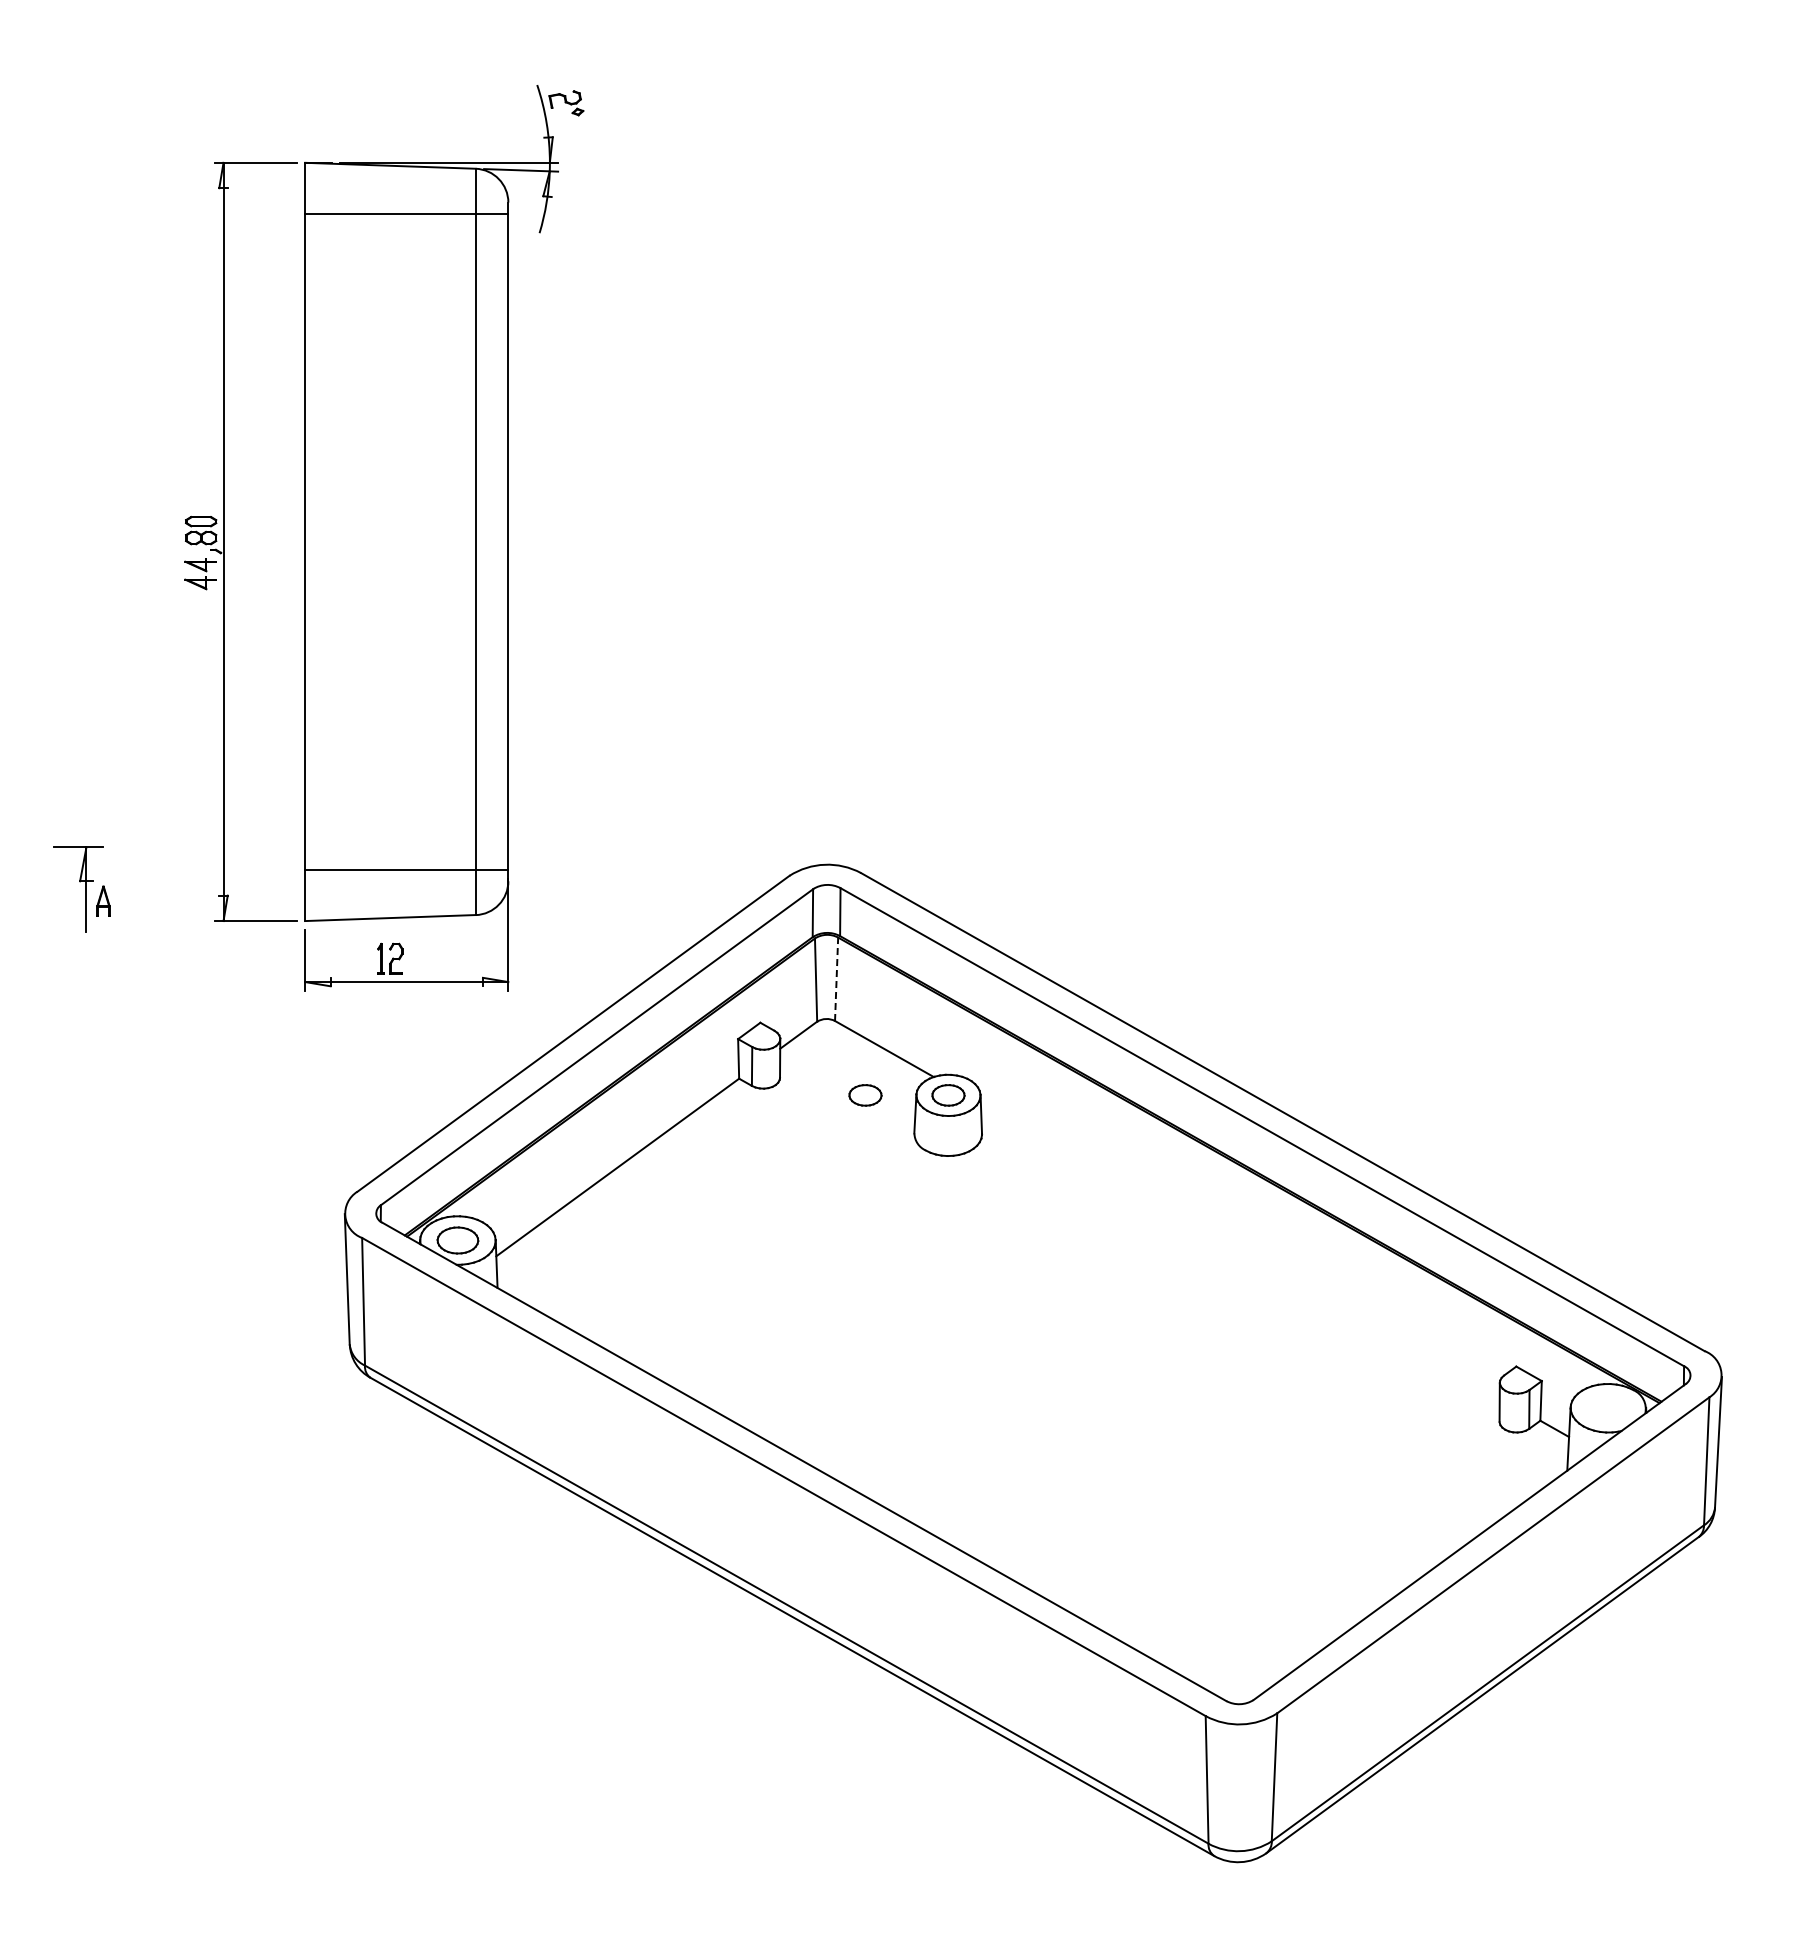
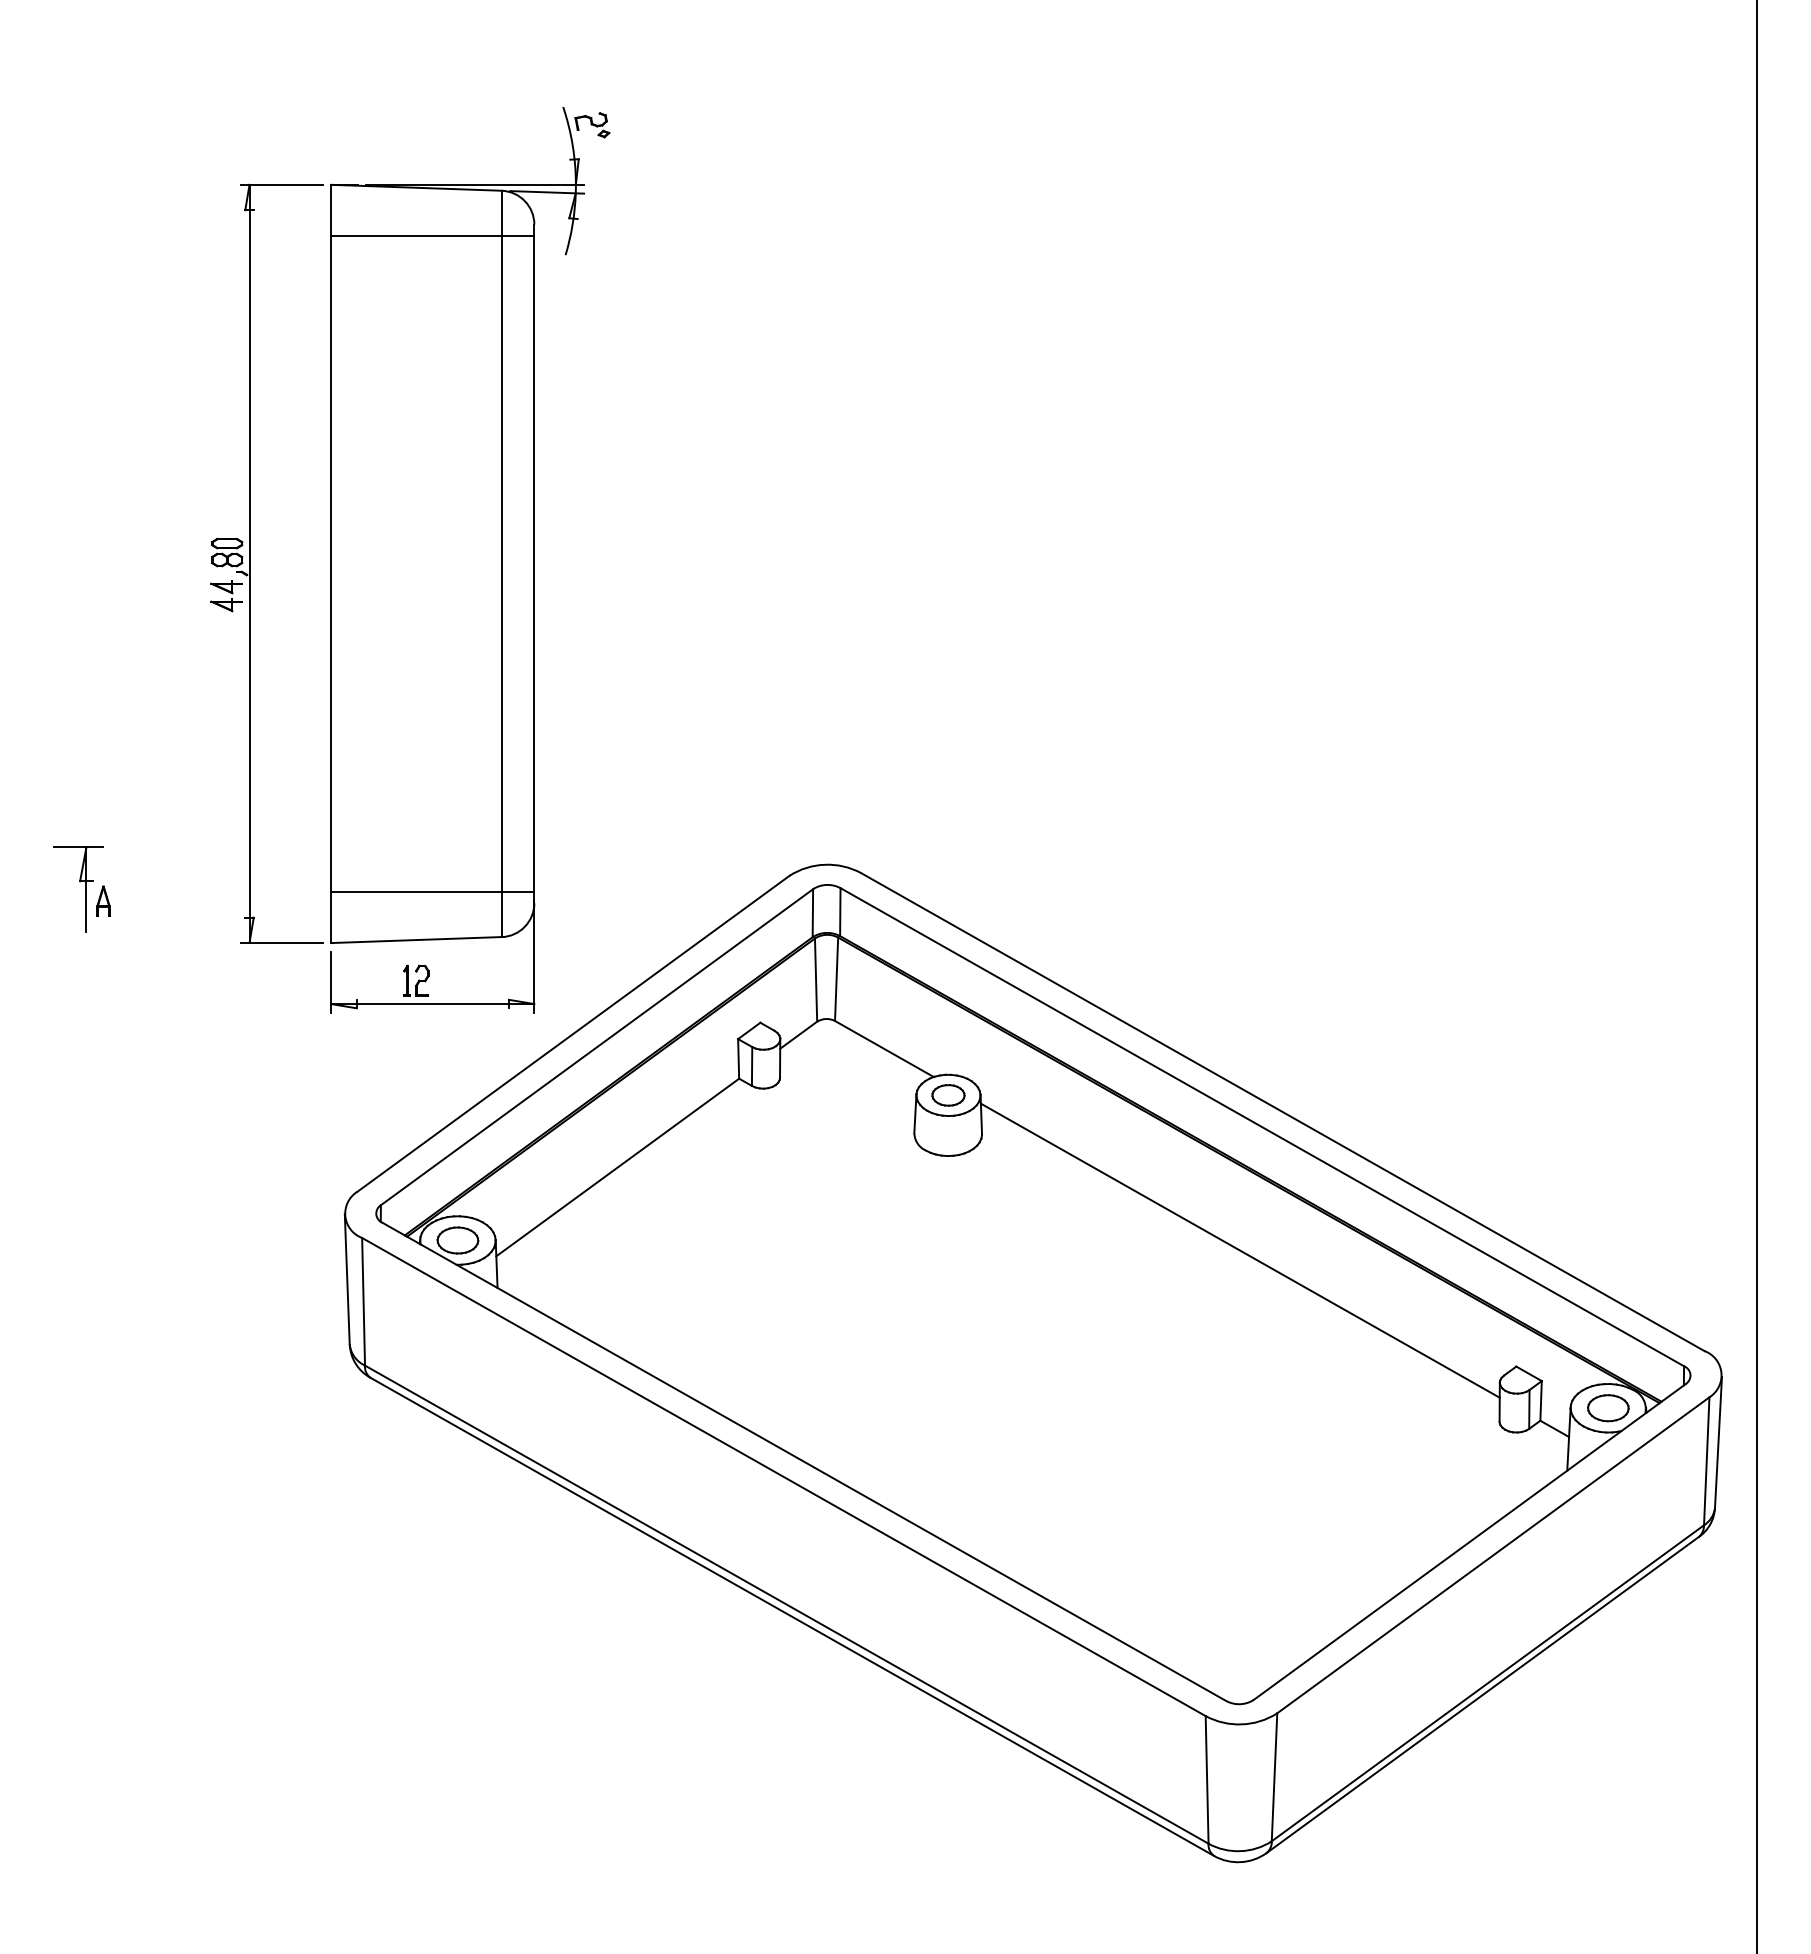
part at (384, 538) position: (384, 538) -> (410, 560)
line at (1756, 976): none -> present
line at (836, 979): dashed -> solid
part at (865, 1095): present -> none
line at (1239, 1250): none -> present
part at (1608, 1408): none -> present
